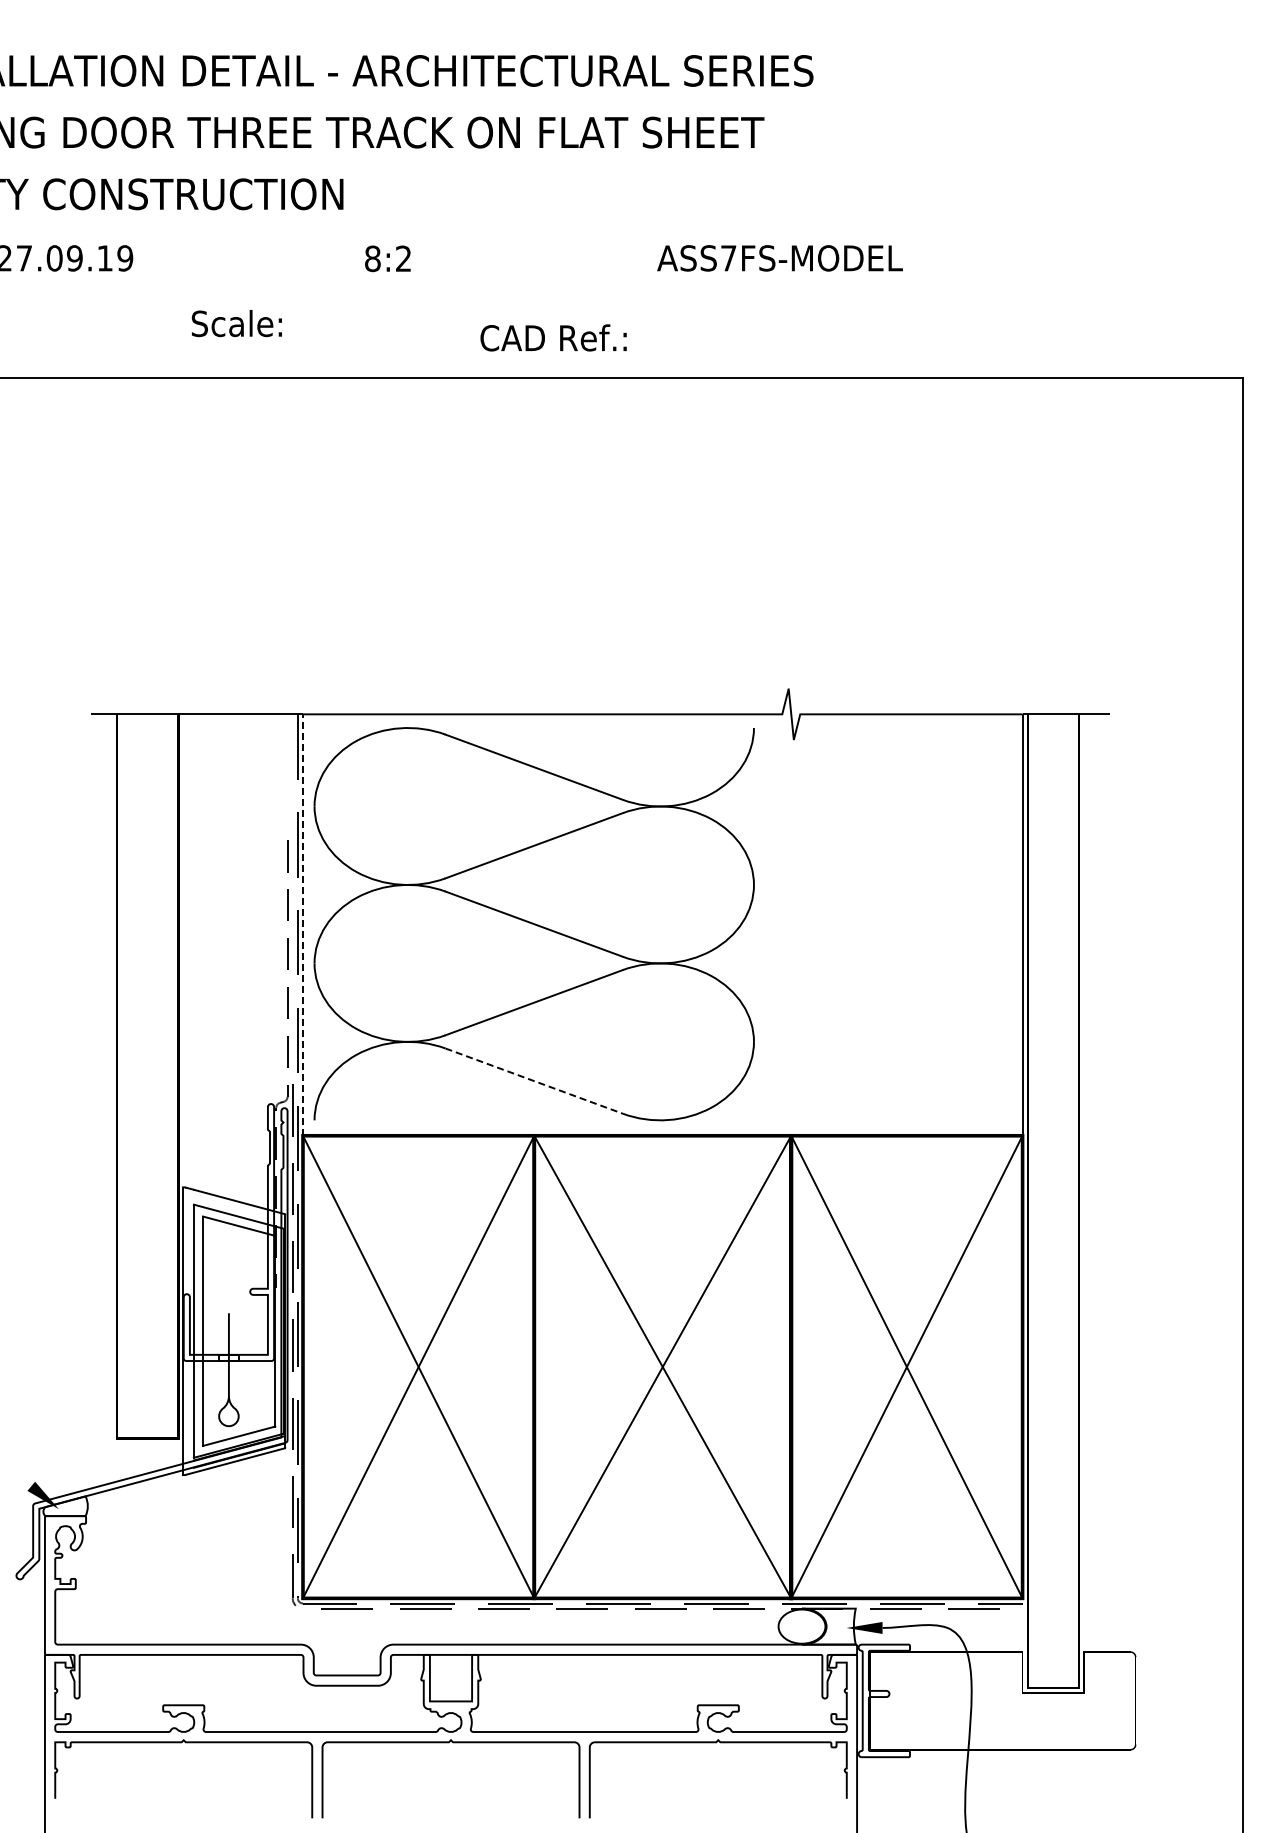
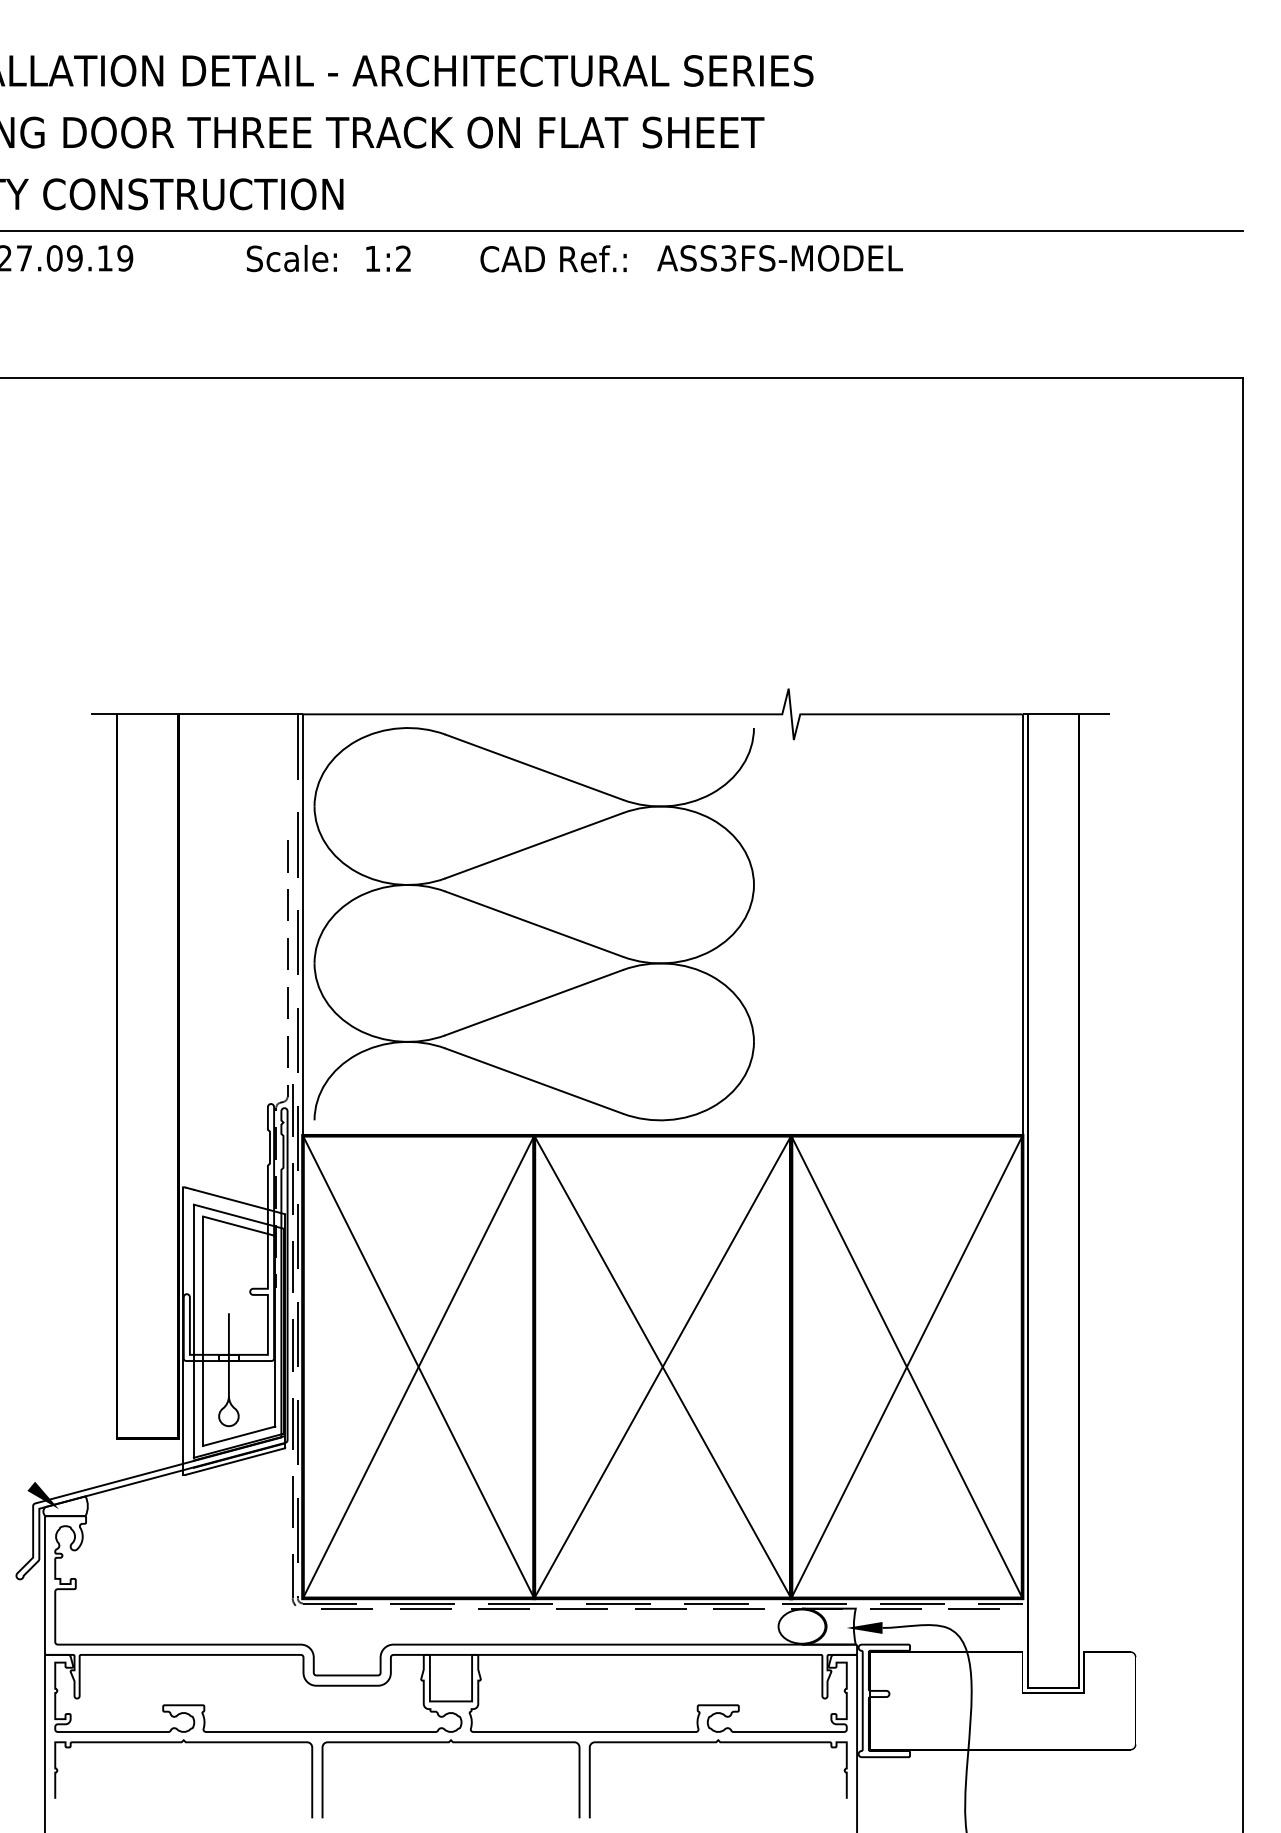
line at (622, 230): none -> present
text at (372, 258): 8:2 -> 1:2
text at (728, 258): ASS7FS-MODEL -> ASS3FS-MODEL
text at (236, 323) position: (236, 323) -> (291, 258)
text at (553, 337) position: (553, 337) -> (553, 258)
line at (302, 925): dashed -> solid
line at (534, 1081): dashed -> solid
